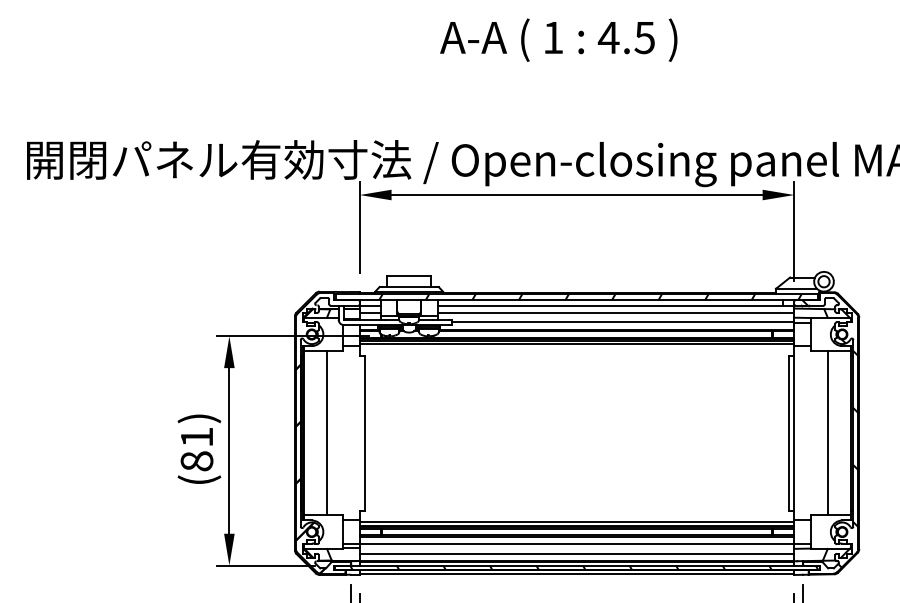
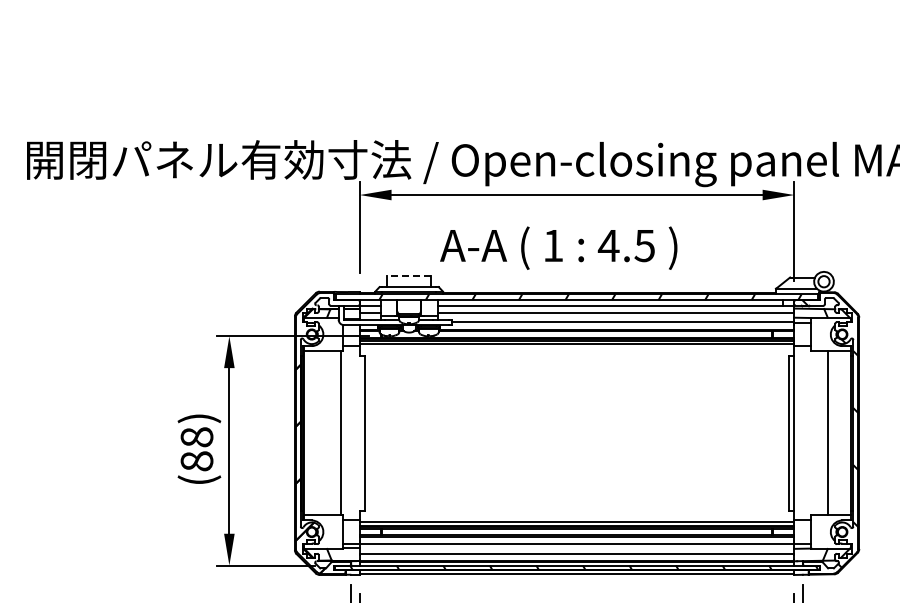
text at (558, 39) position: (558, 39) -> (558, 247)
line at (409, 275): solid -> dashed
line at (326, 433) position: (326, 433) -> (340, 433)
text at (196, 437): (81) -> (88)
